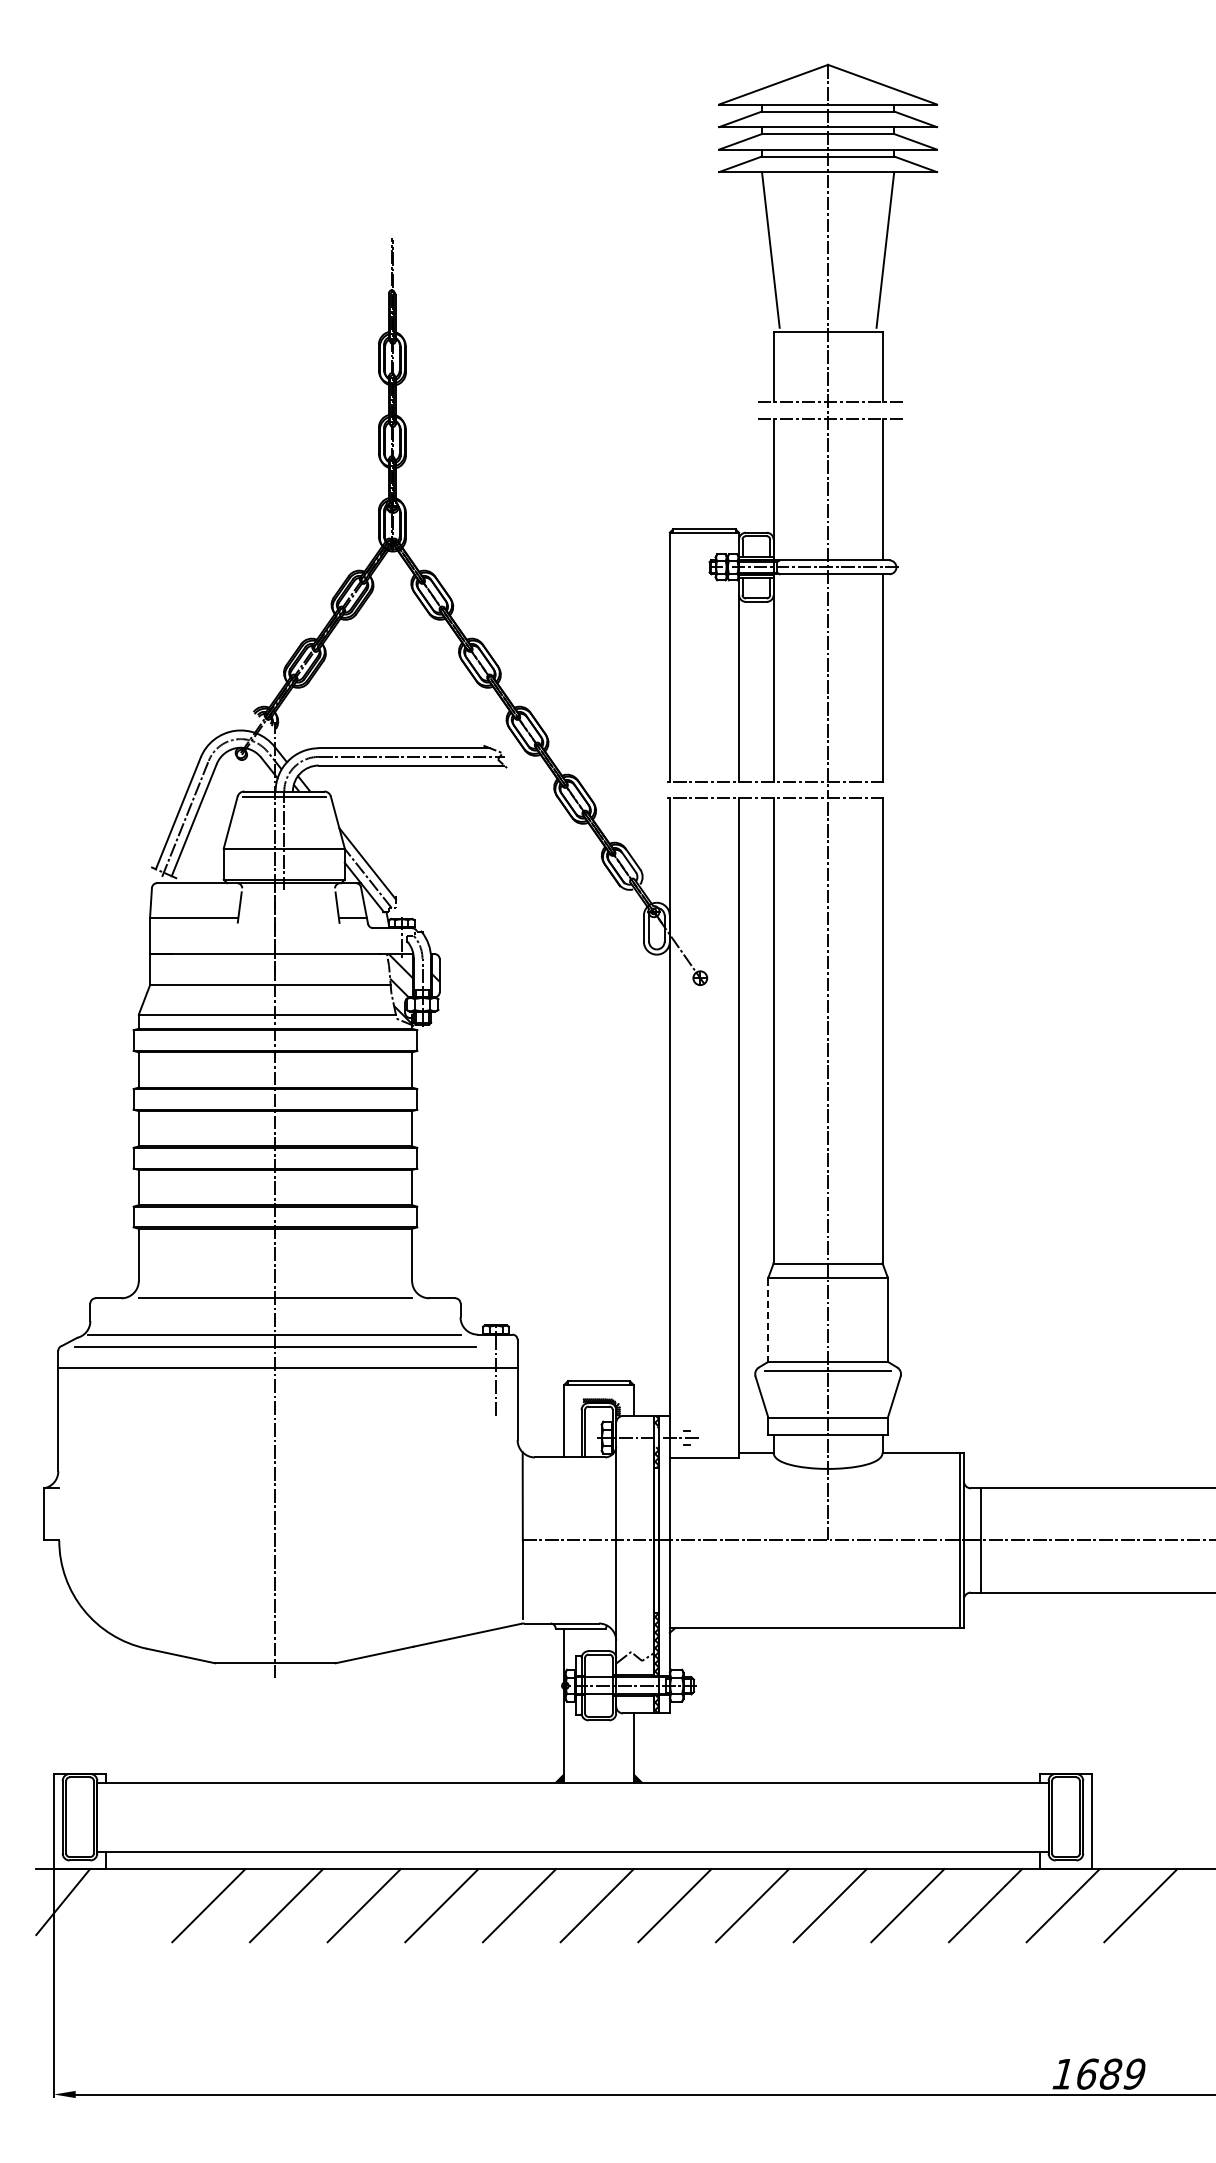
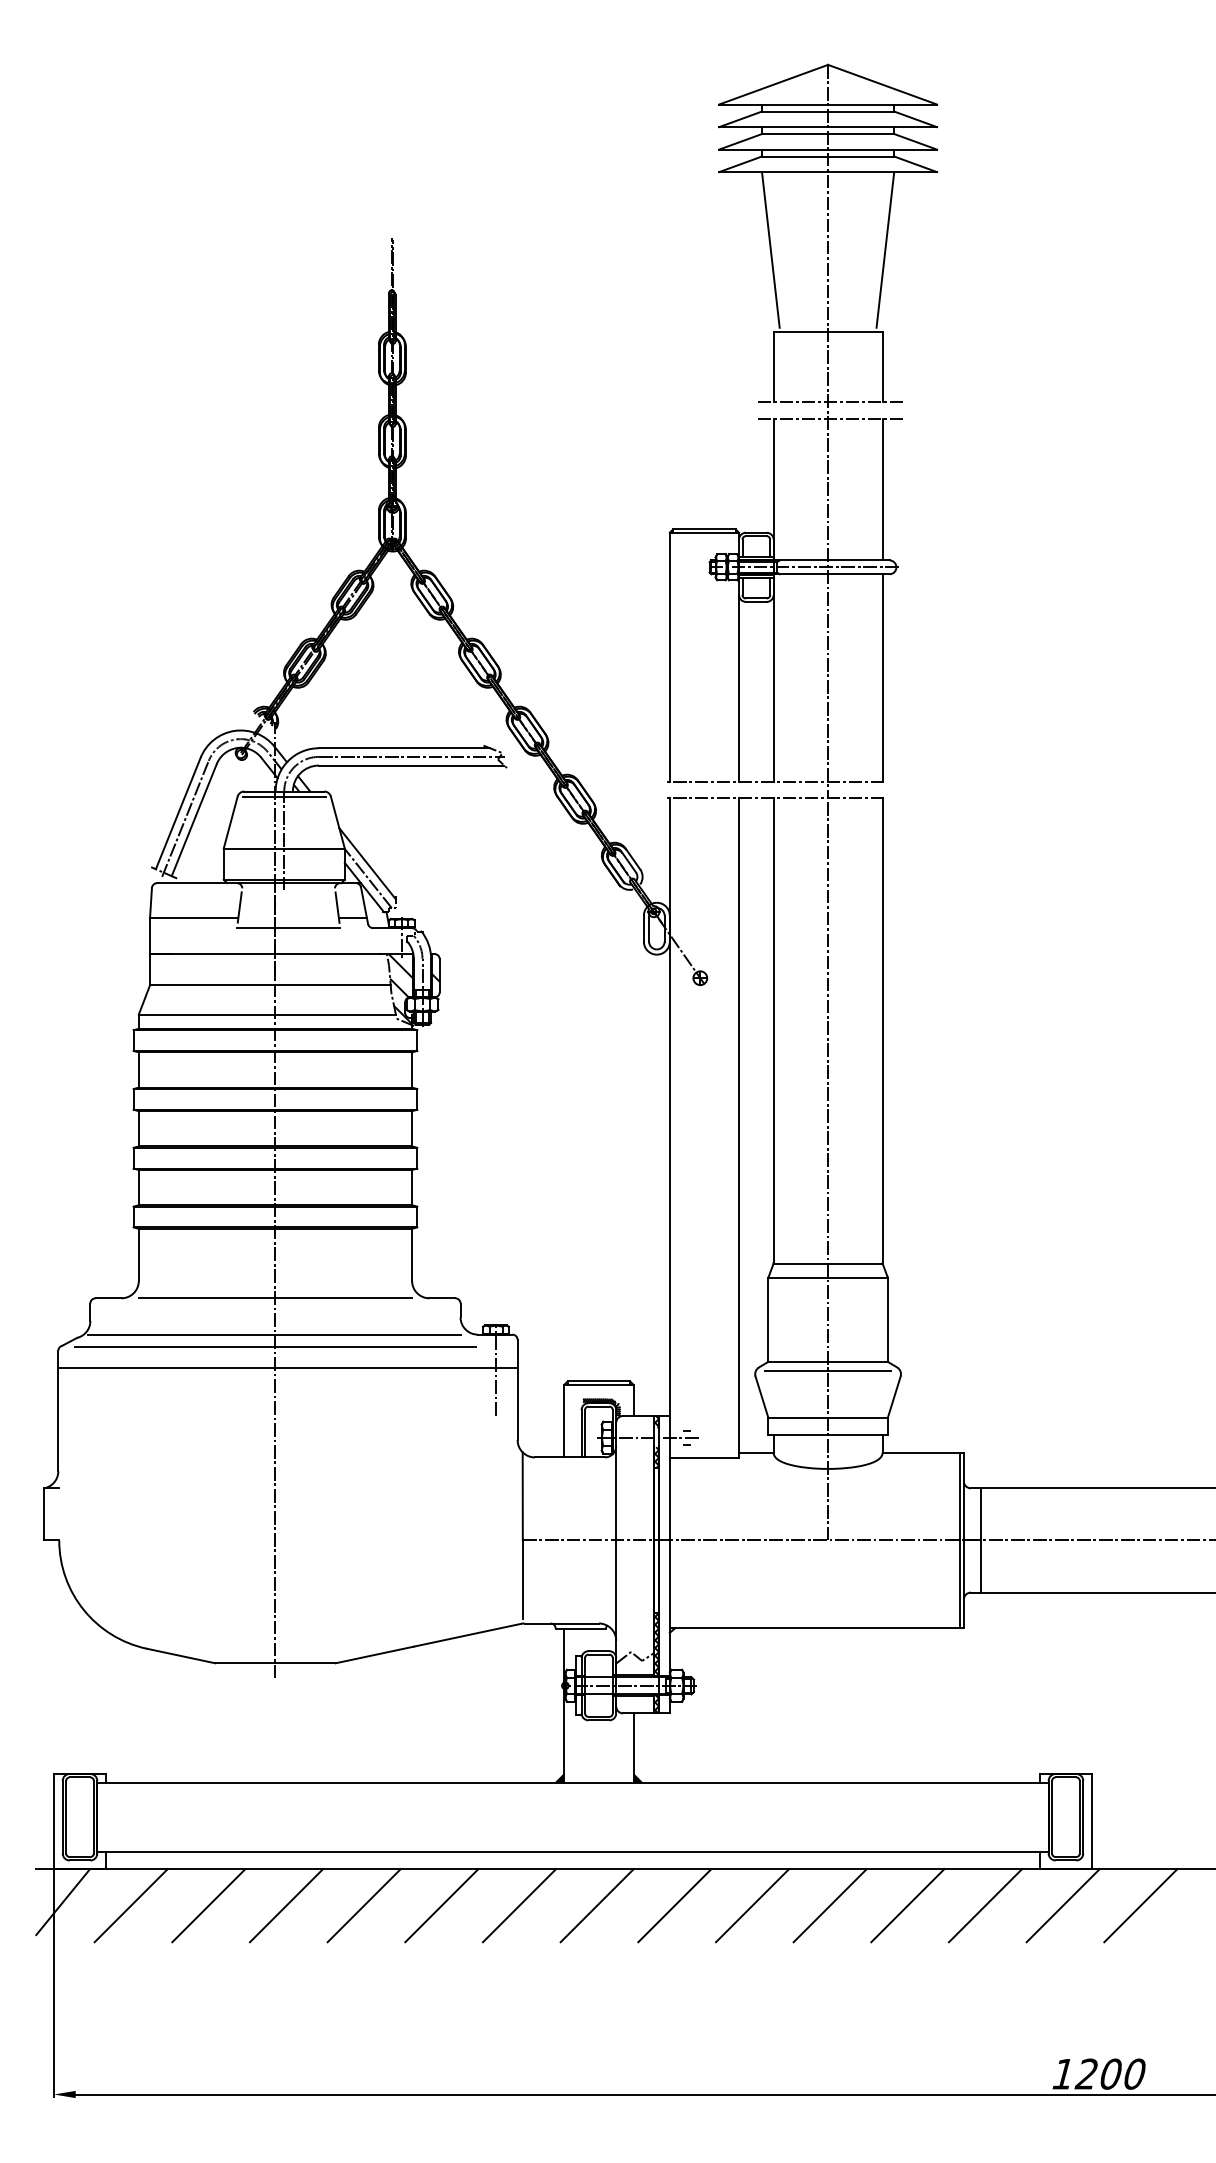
line at (288, 928): none -> present
line at (768, 1320): dashed -> solid
line at (130, 1905): none -> present
text at (1109, 2073): 1689 -> 1200
